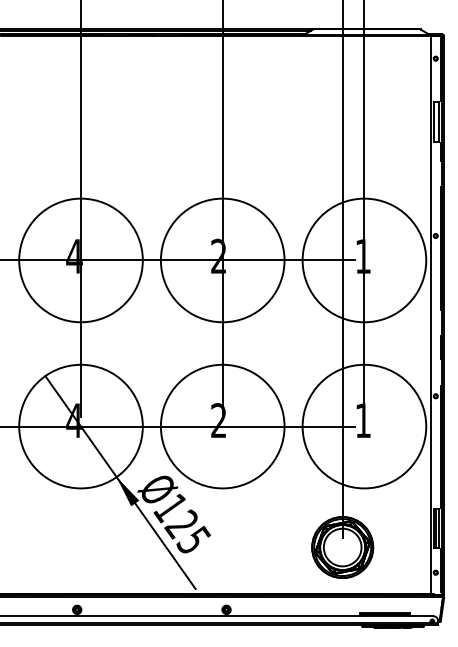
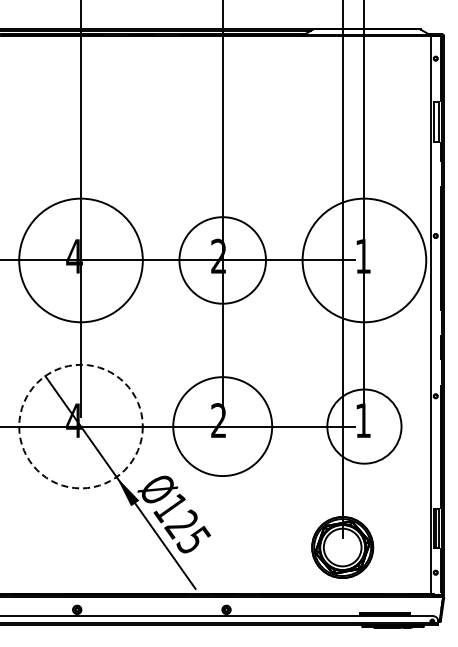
circle at (222, 260) diameter: 124 px -> 87 px
circle at (80, 426): solid -> dashed
circle at (222, 426) diameter: 124 px -> 99 px
circle at (364, 426) diameter: 124 px -> 74 px
